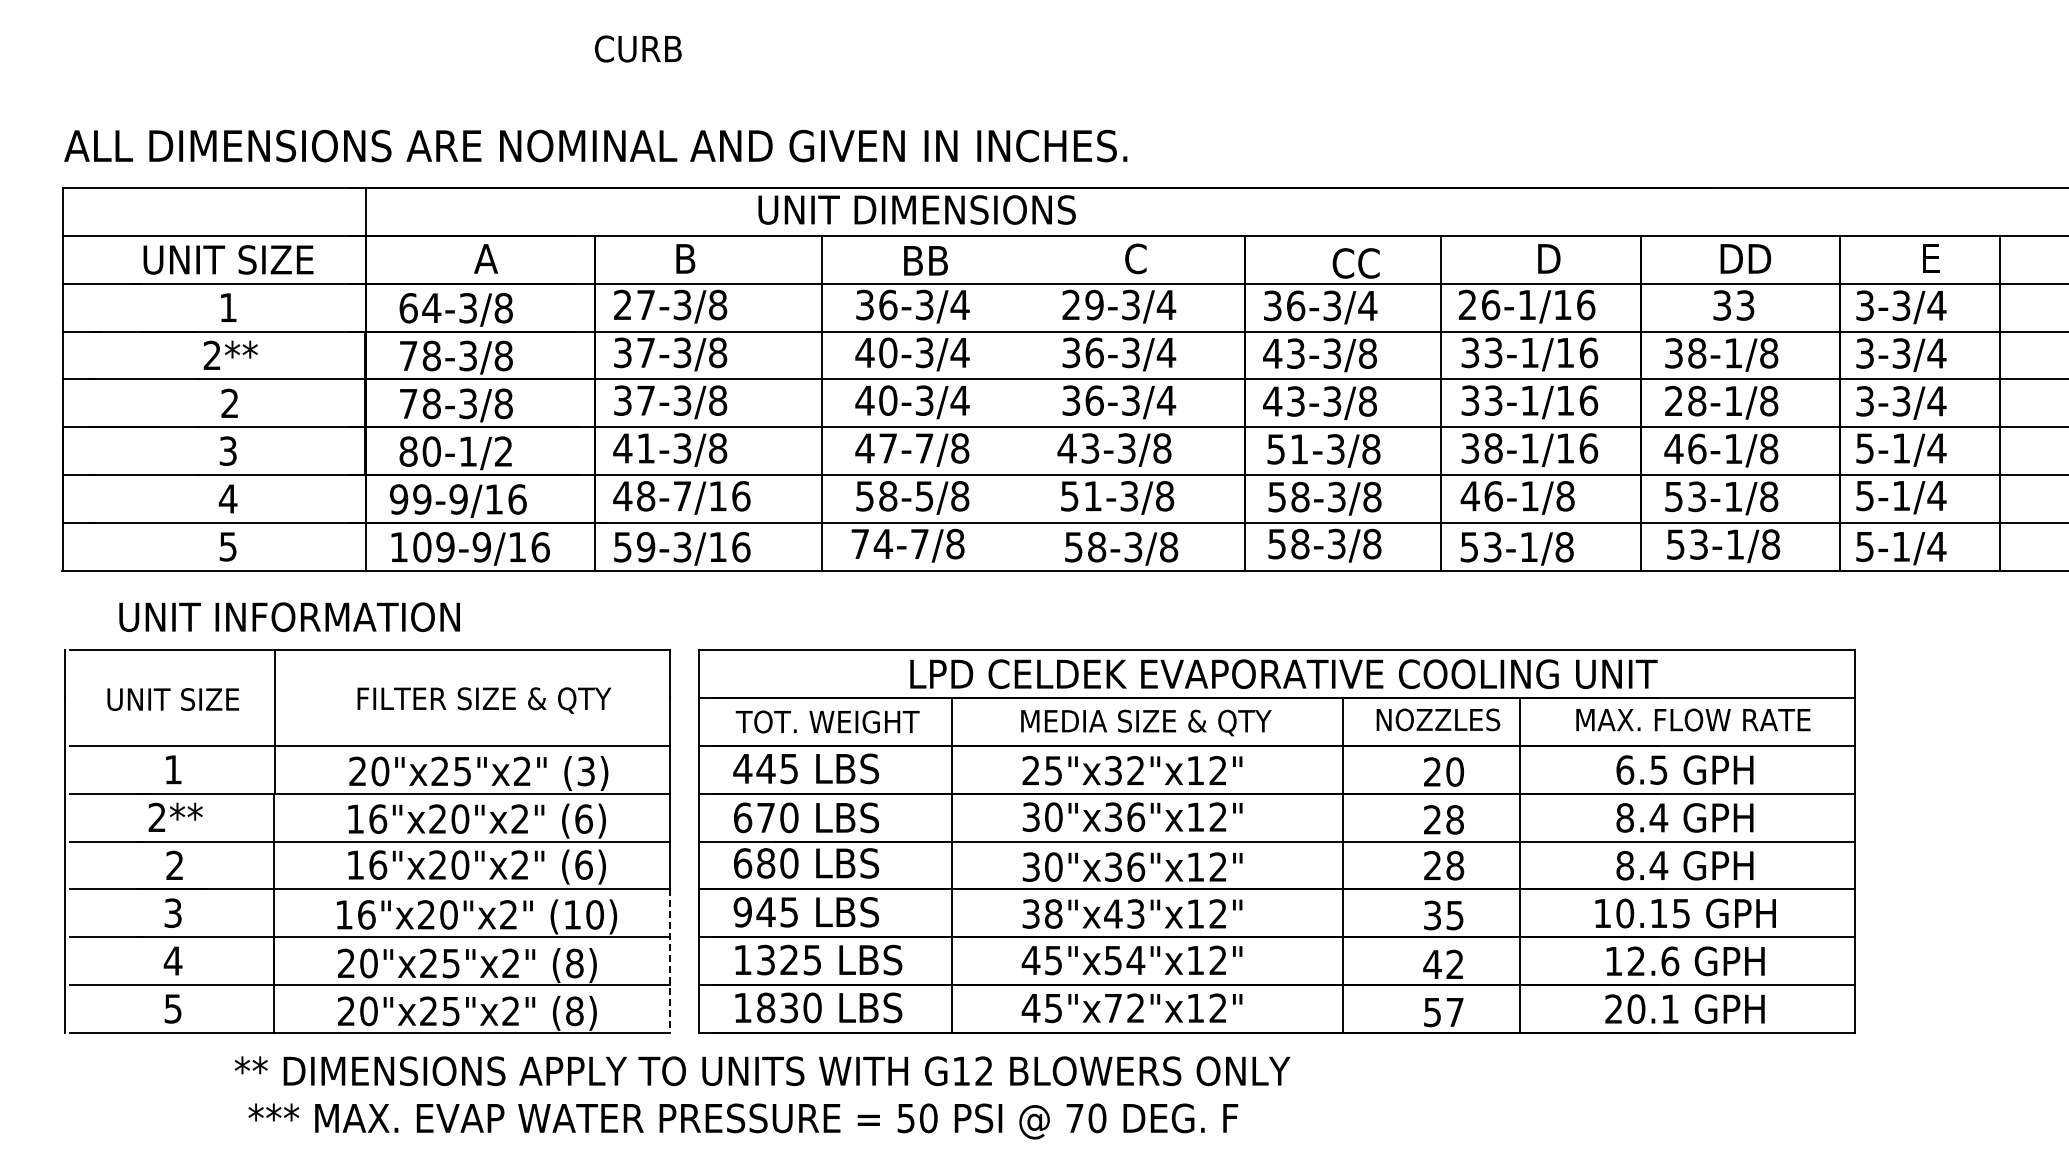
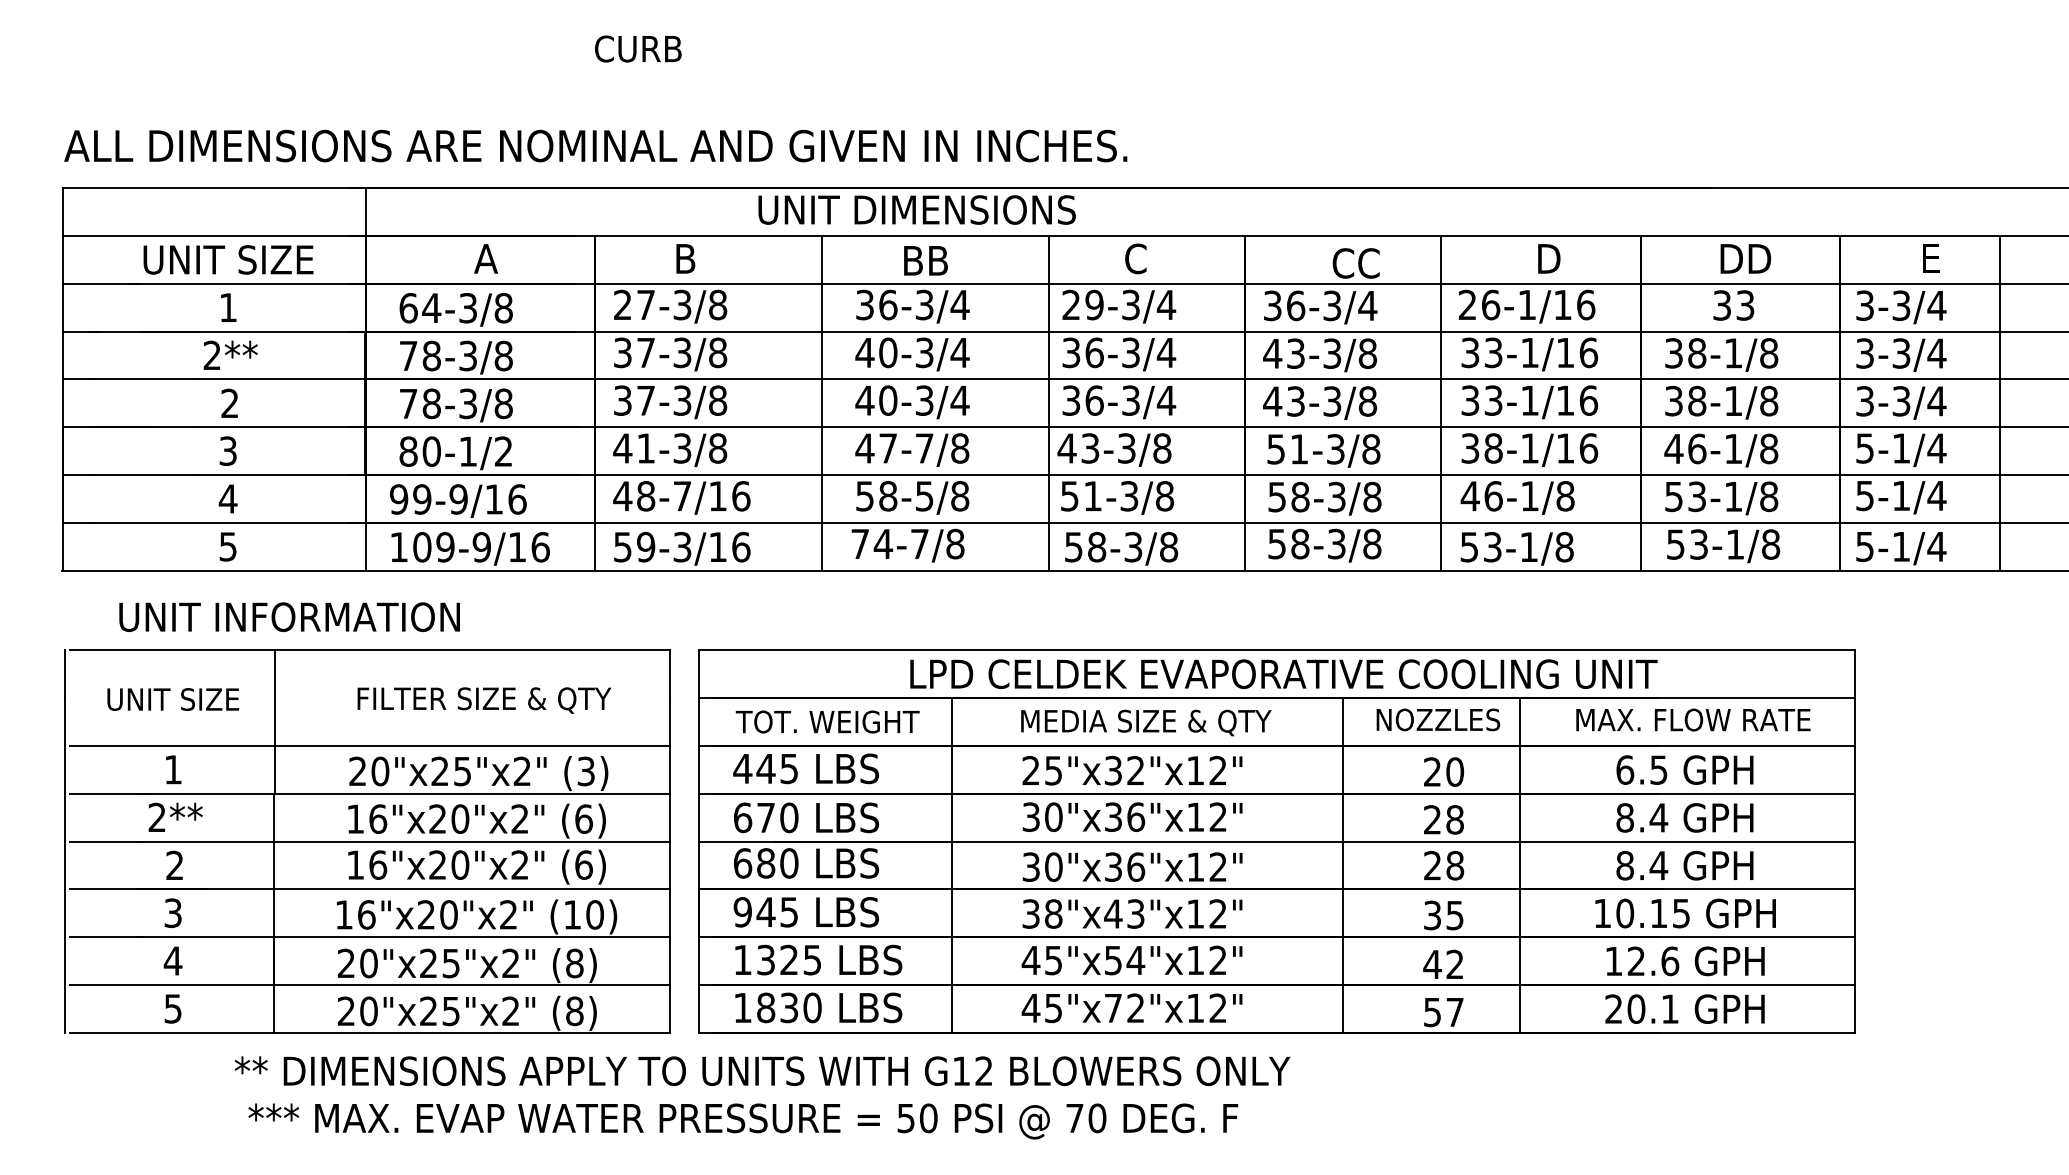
text at (1673, 401): 28-1/8 -> 38-1/8
line at (1048, 403): none -> present
line at (670, 961): dashed -> solid
